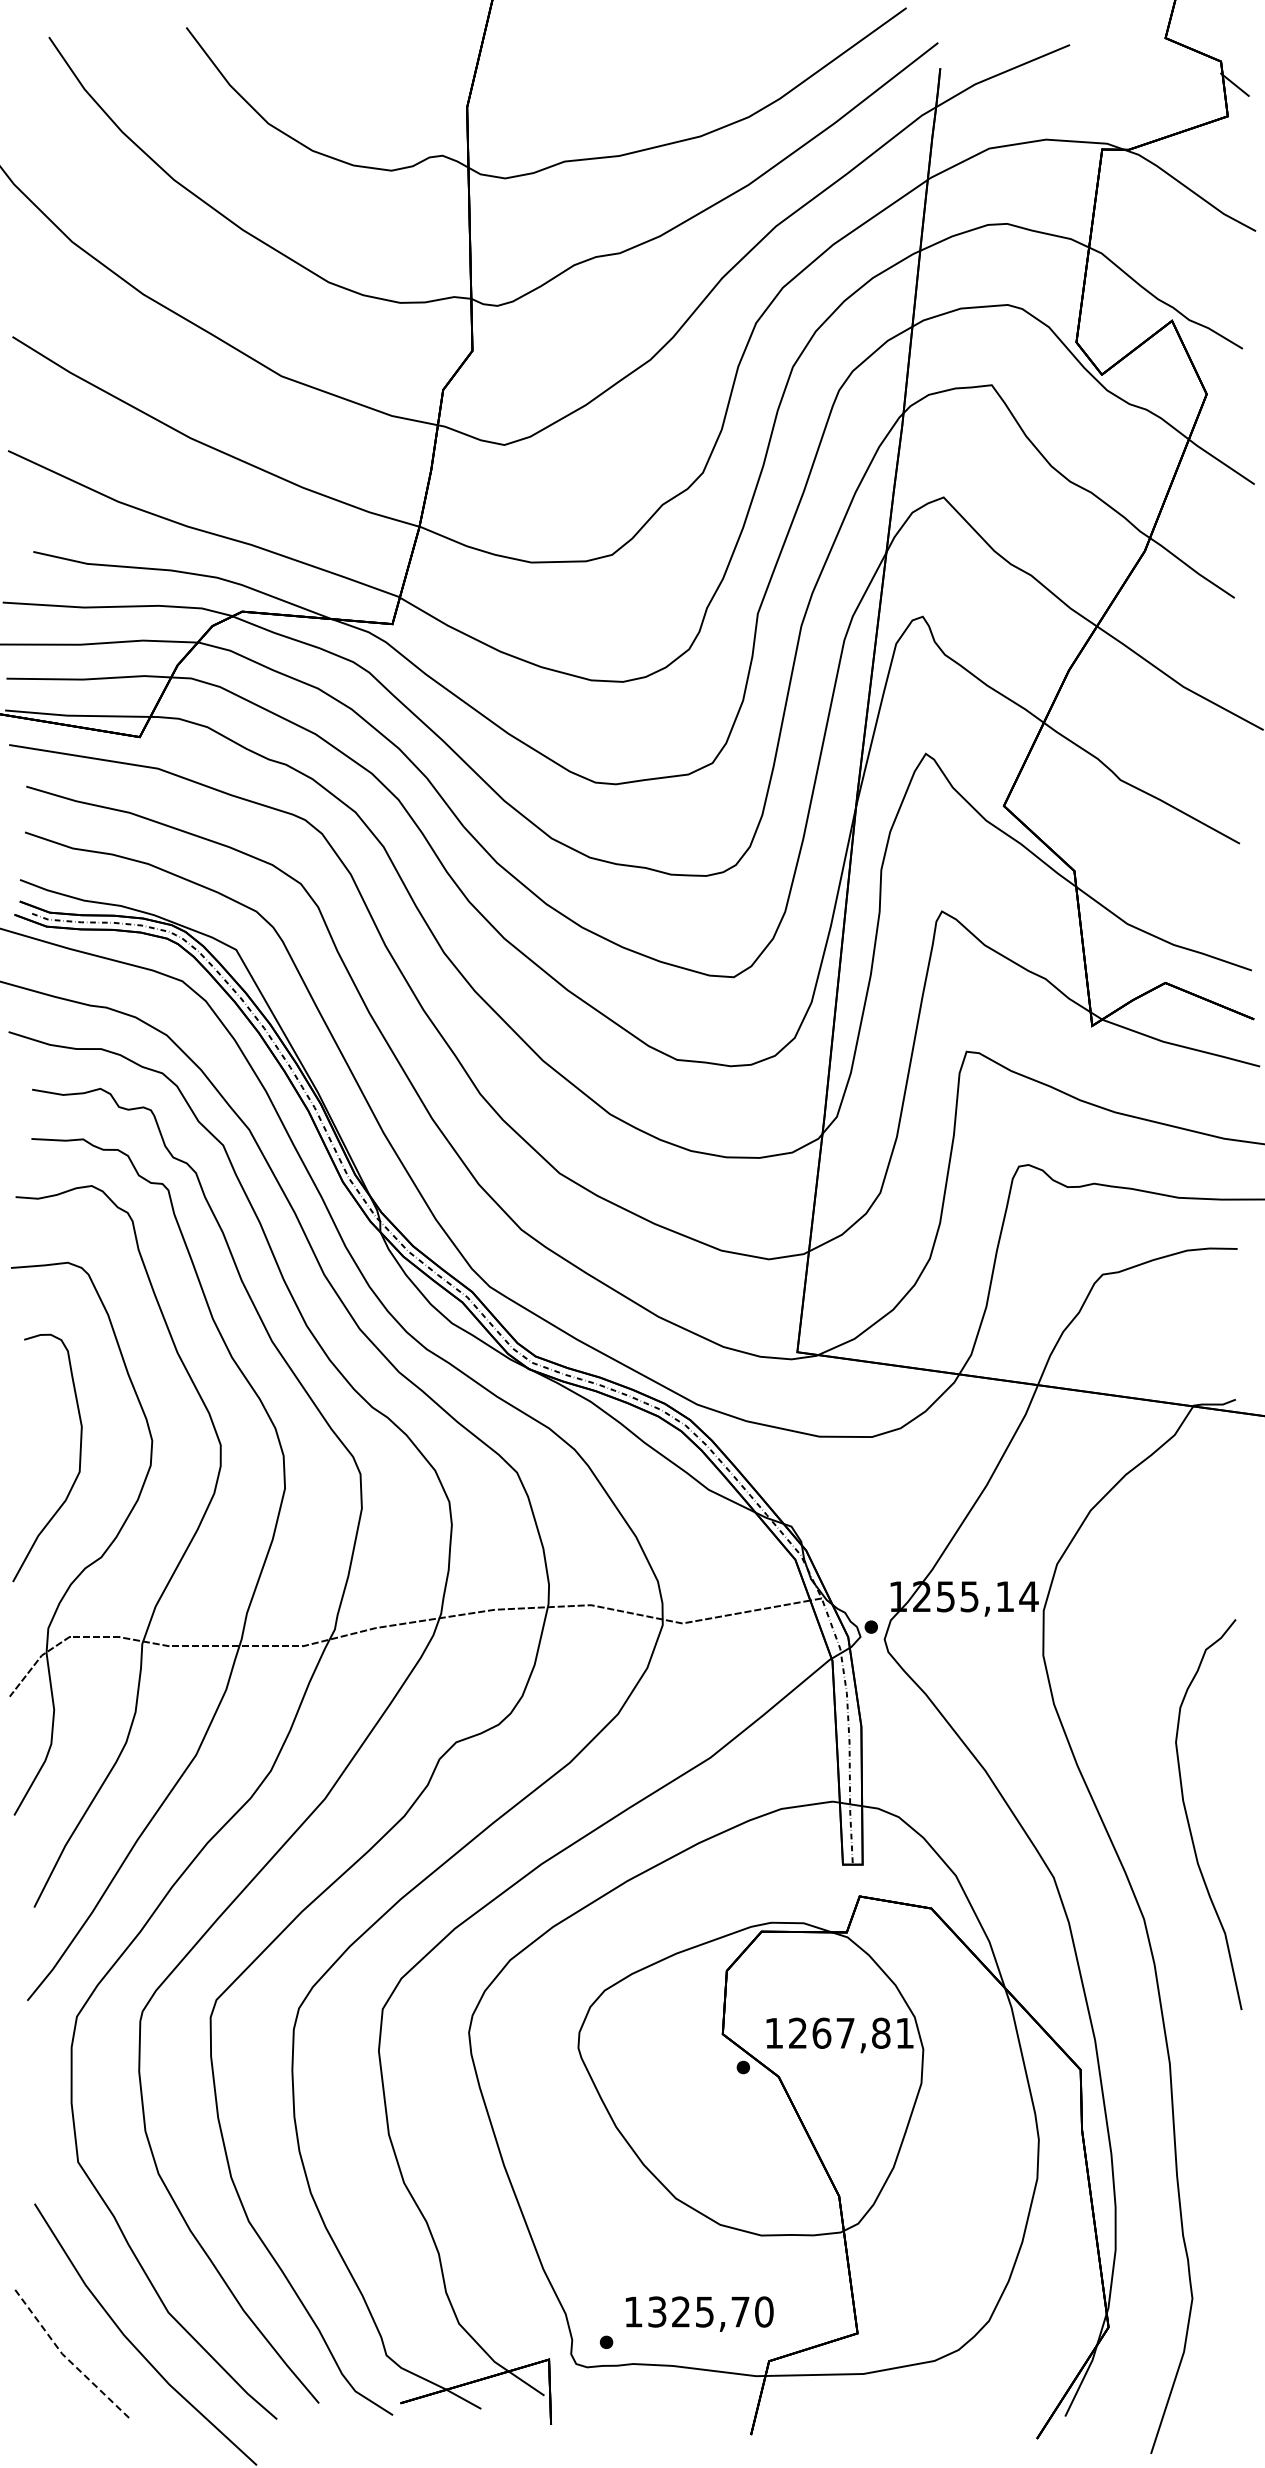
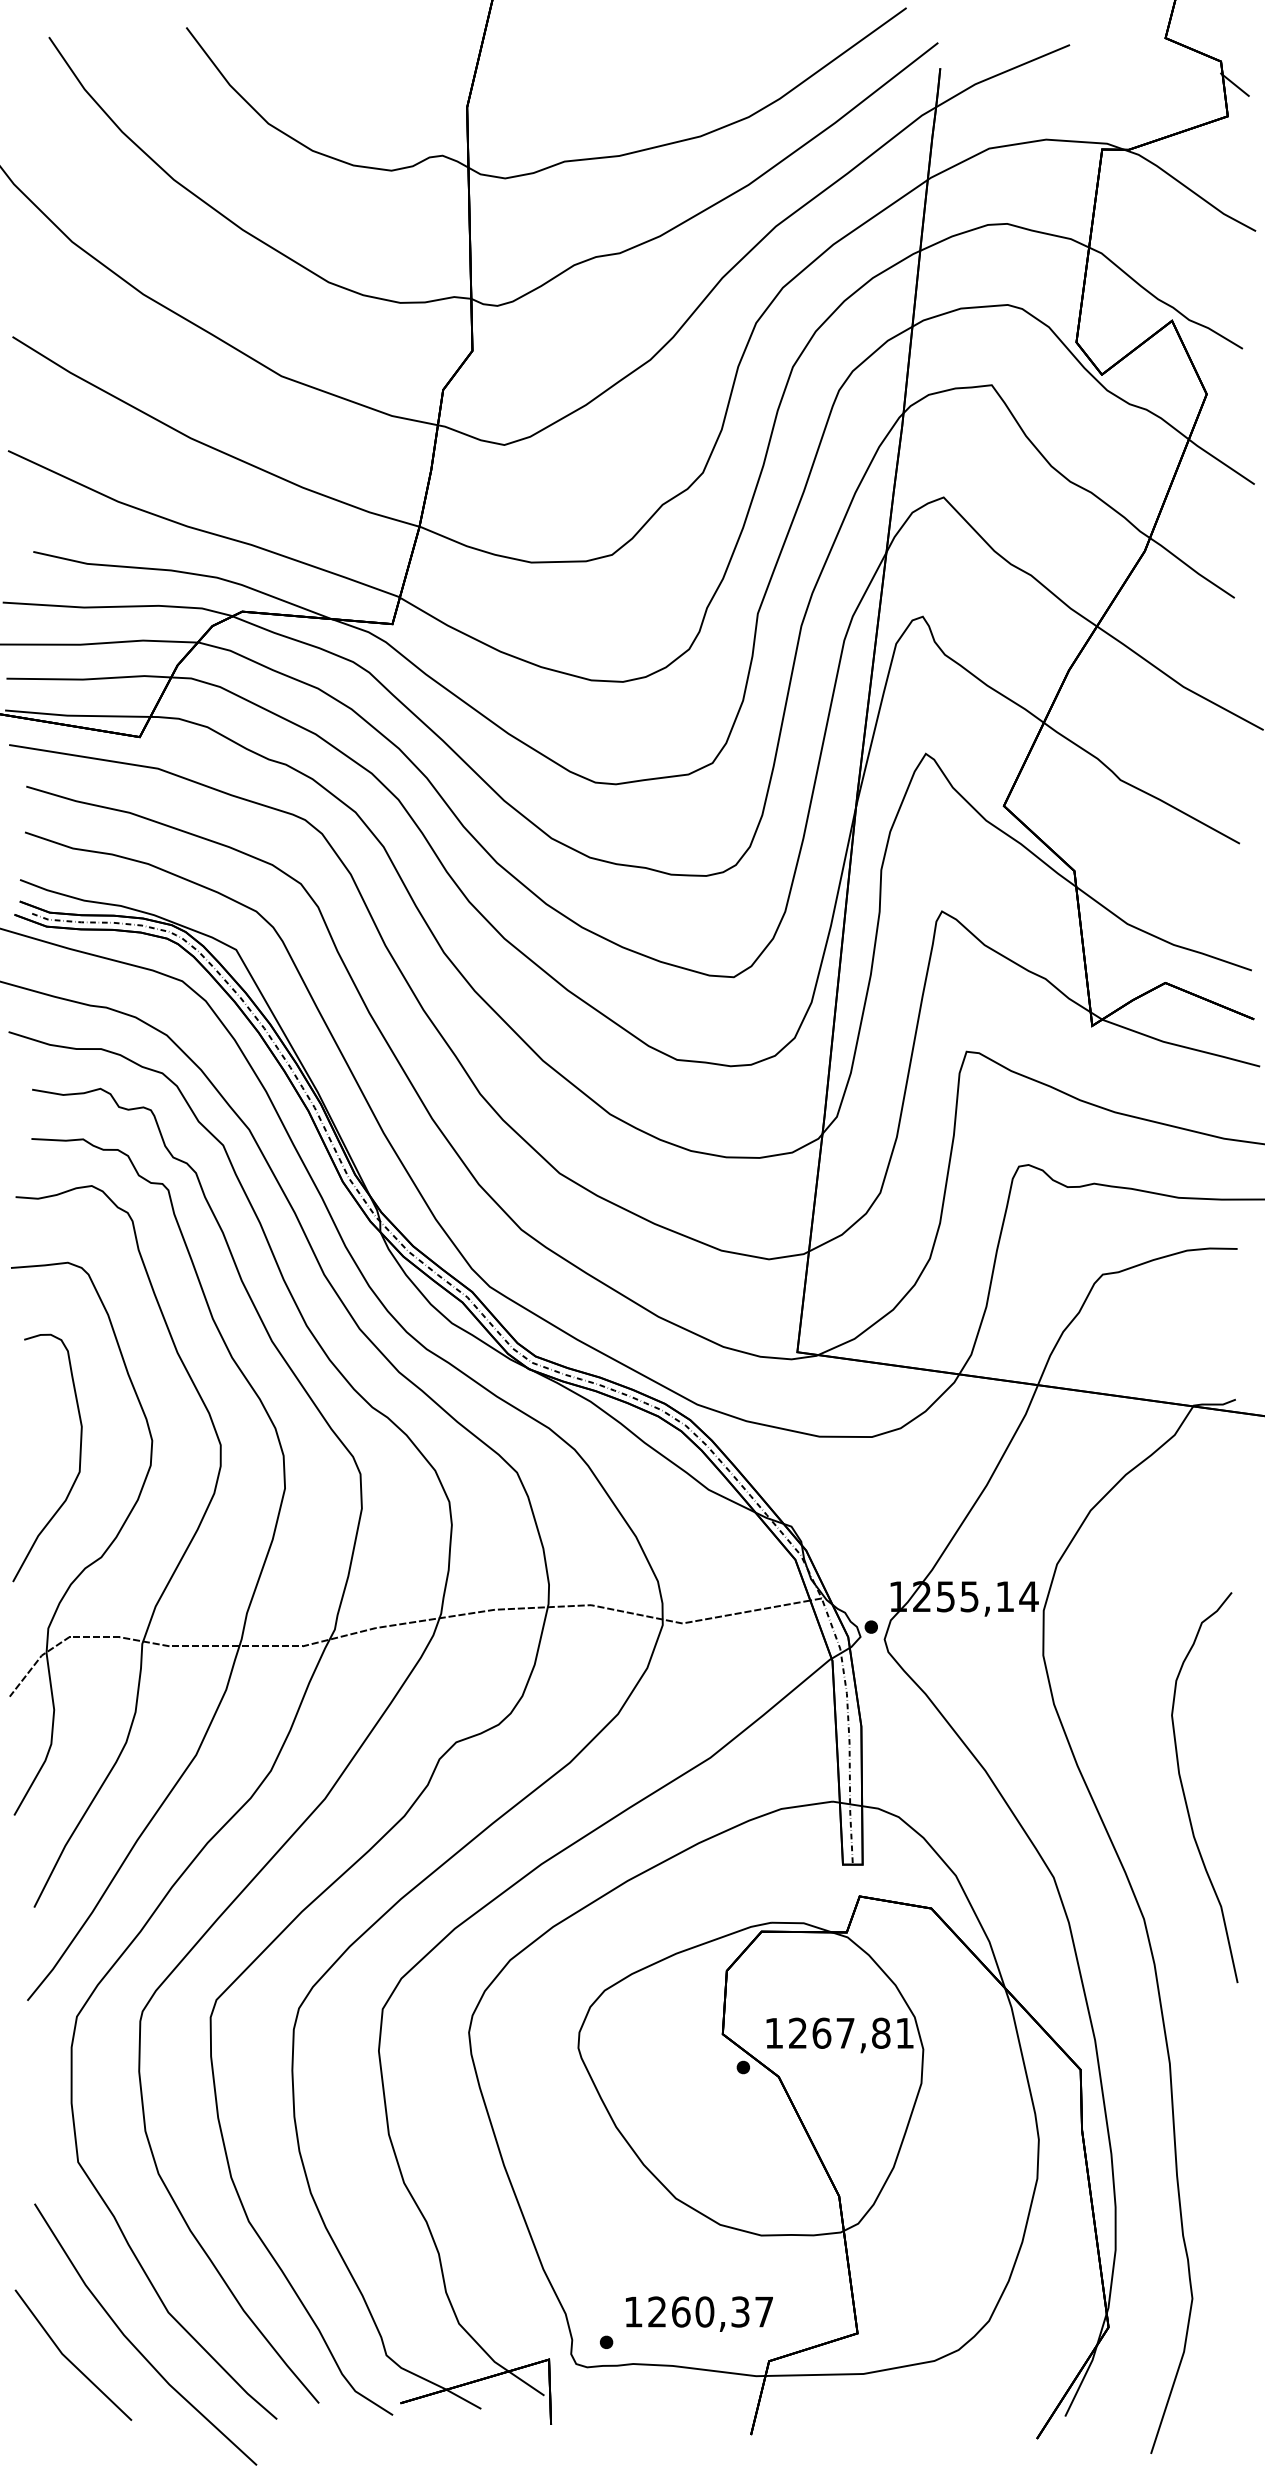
curve at (1188, 1818) position: (1188, 1818) -> (1184, 1791)
text at (710, 2311): 1325,70 -> 1260,37
line at (67, 2359): dashed -> solid
